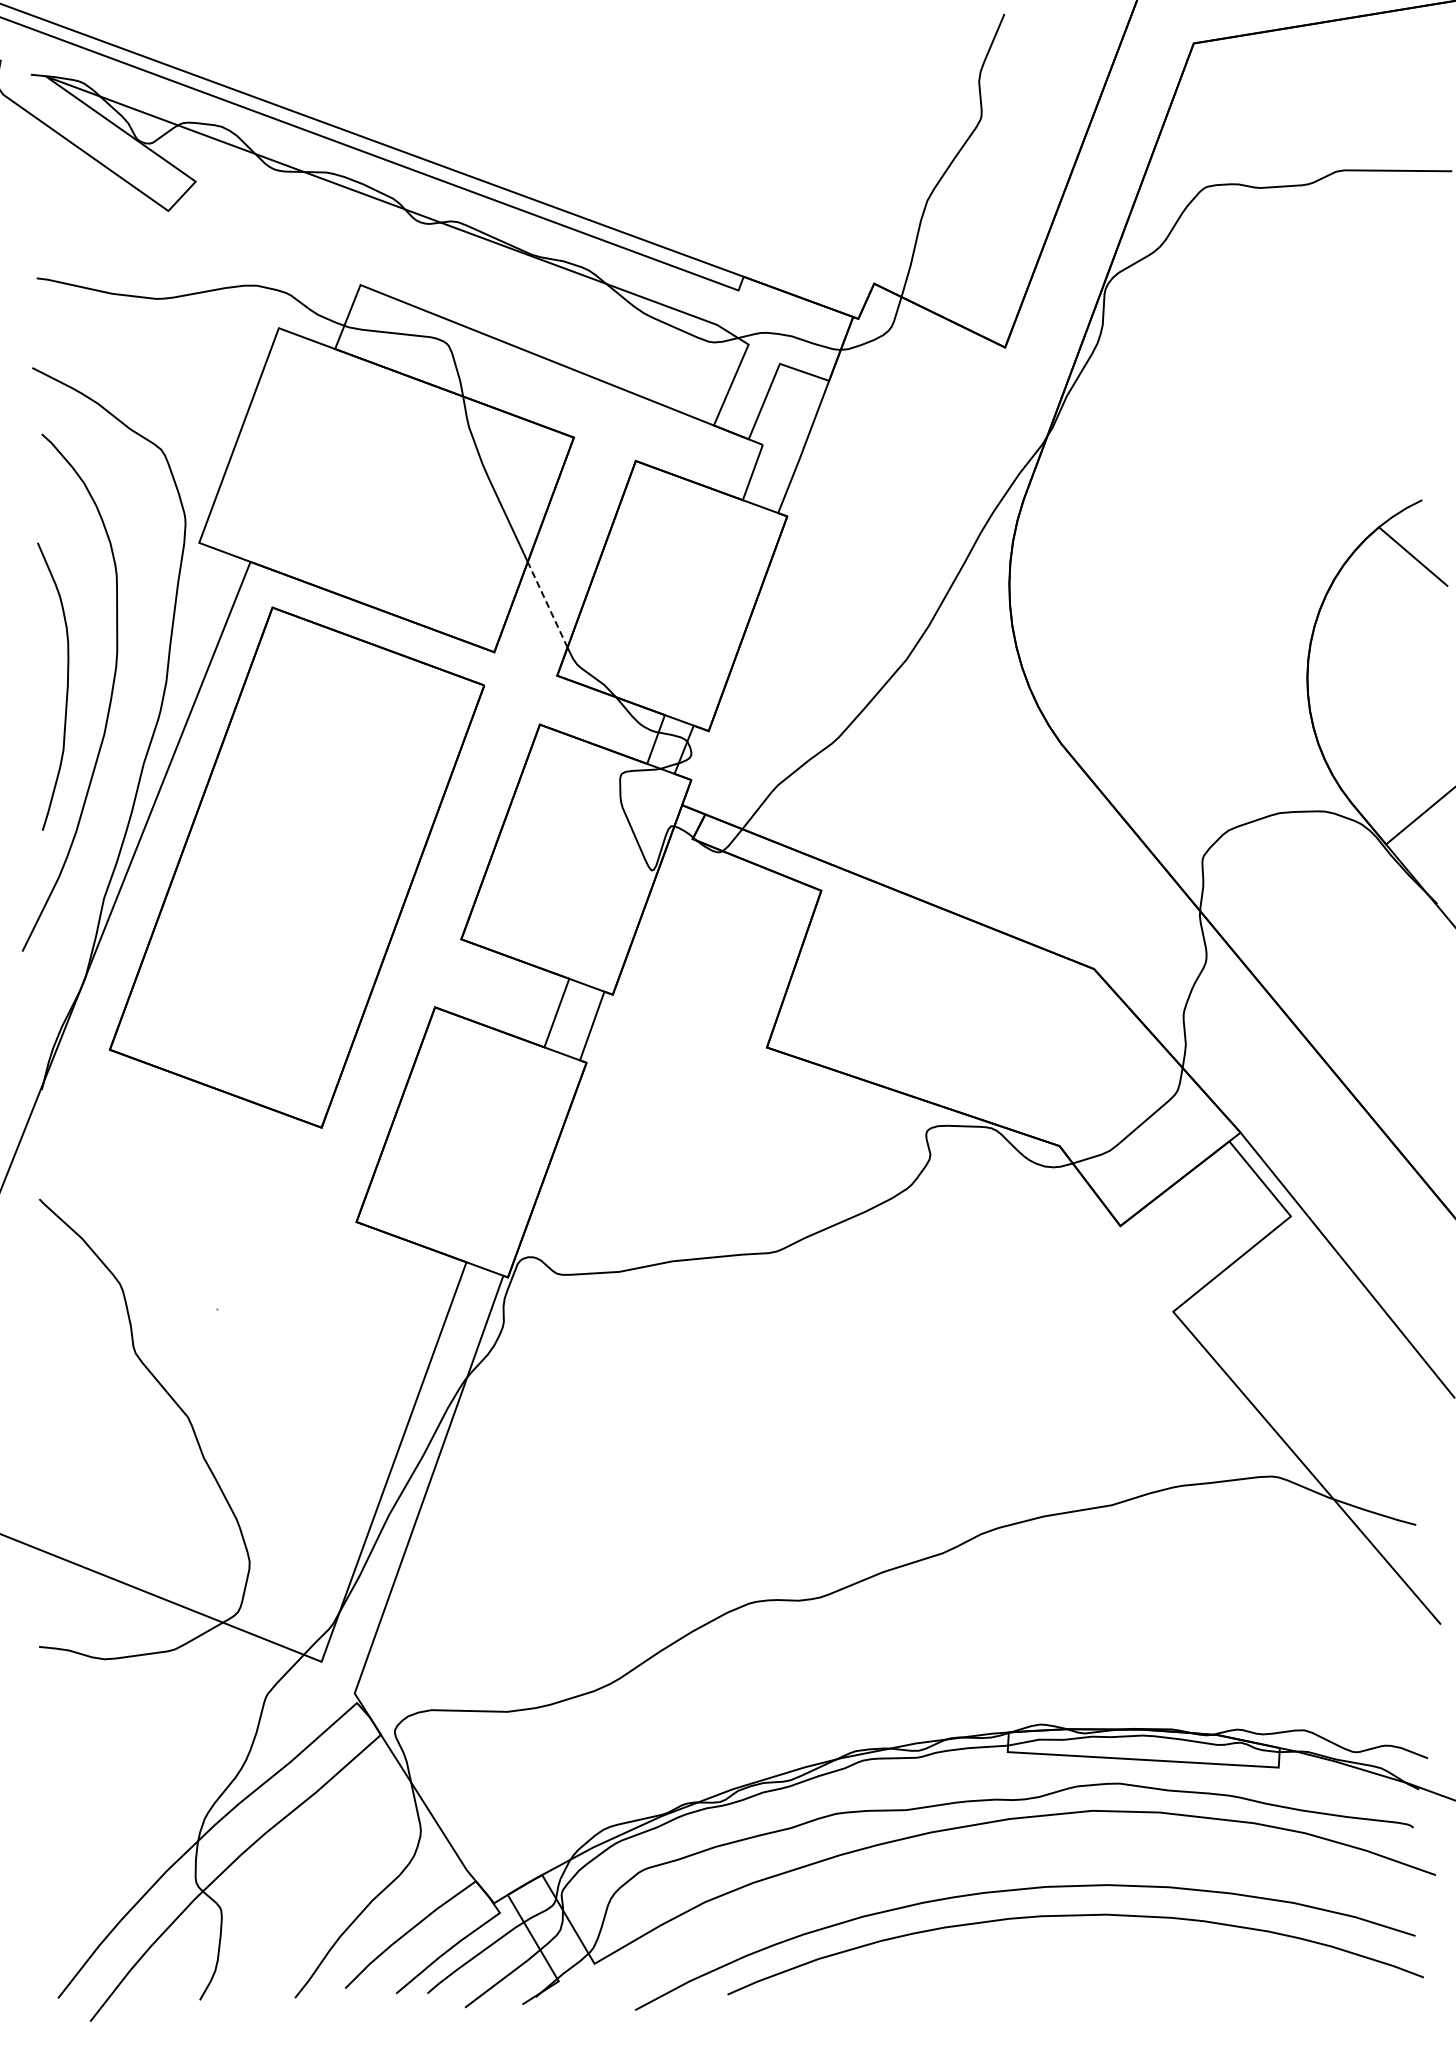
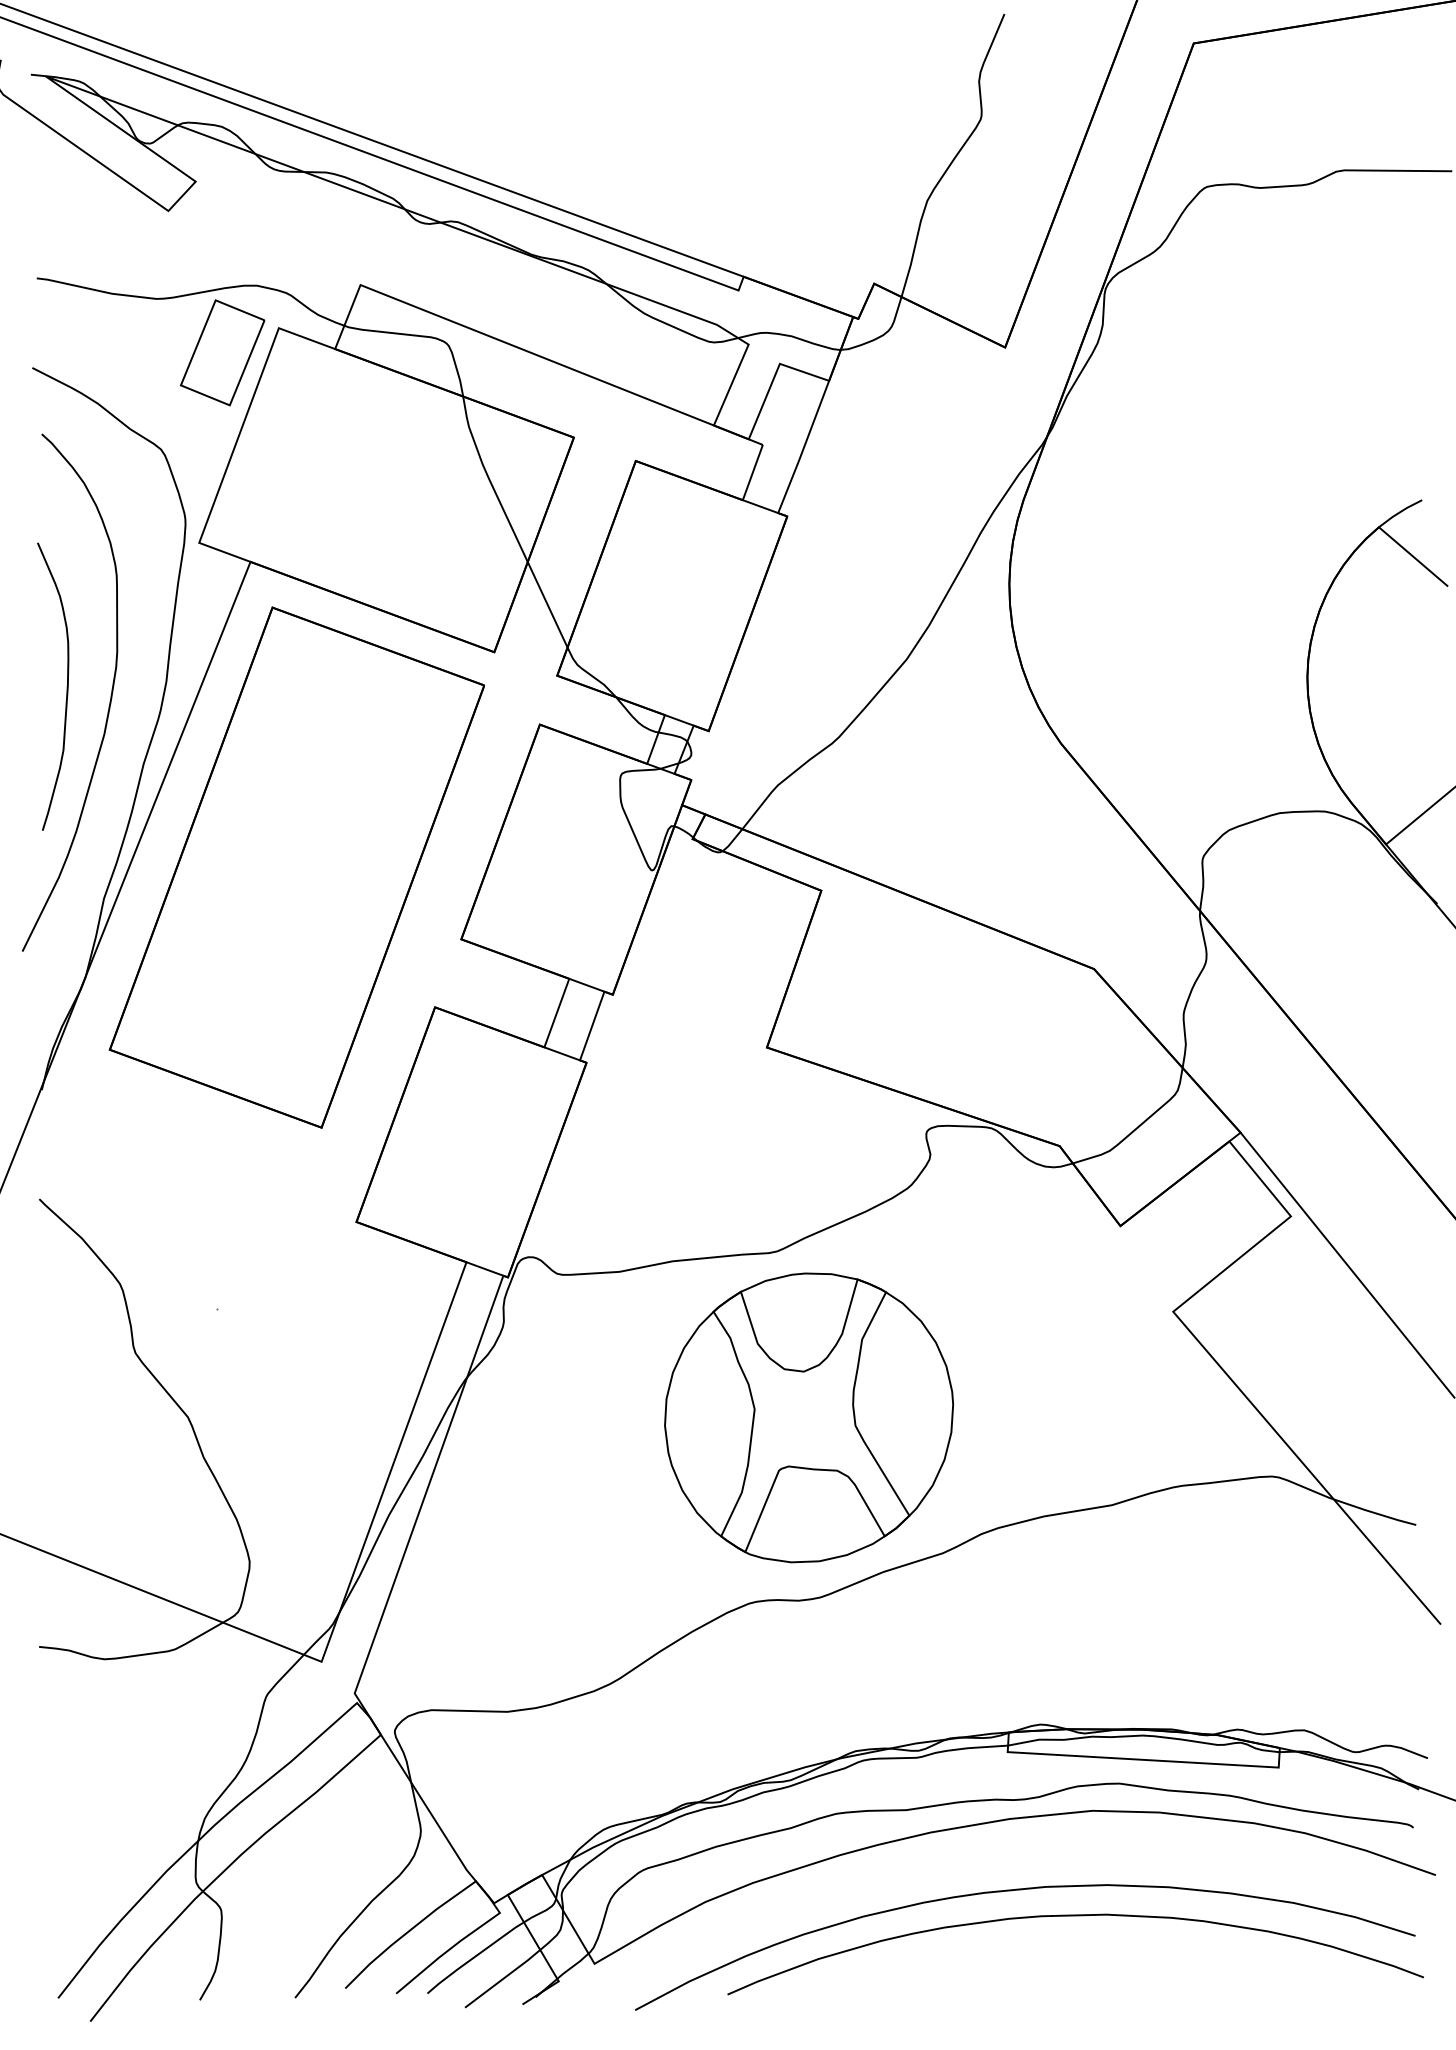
part at (222, 352): none -> present
line at (547, 604): dashed -> solid
part at (809, 1417): none -> present
